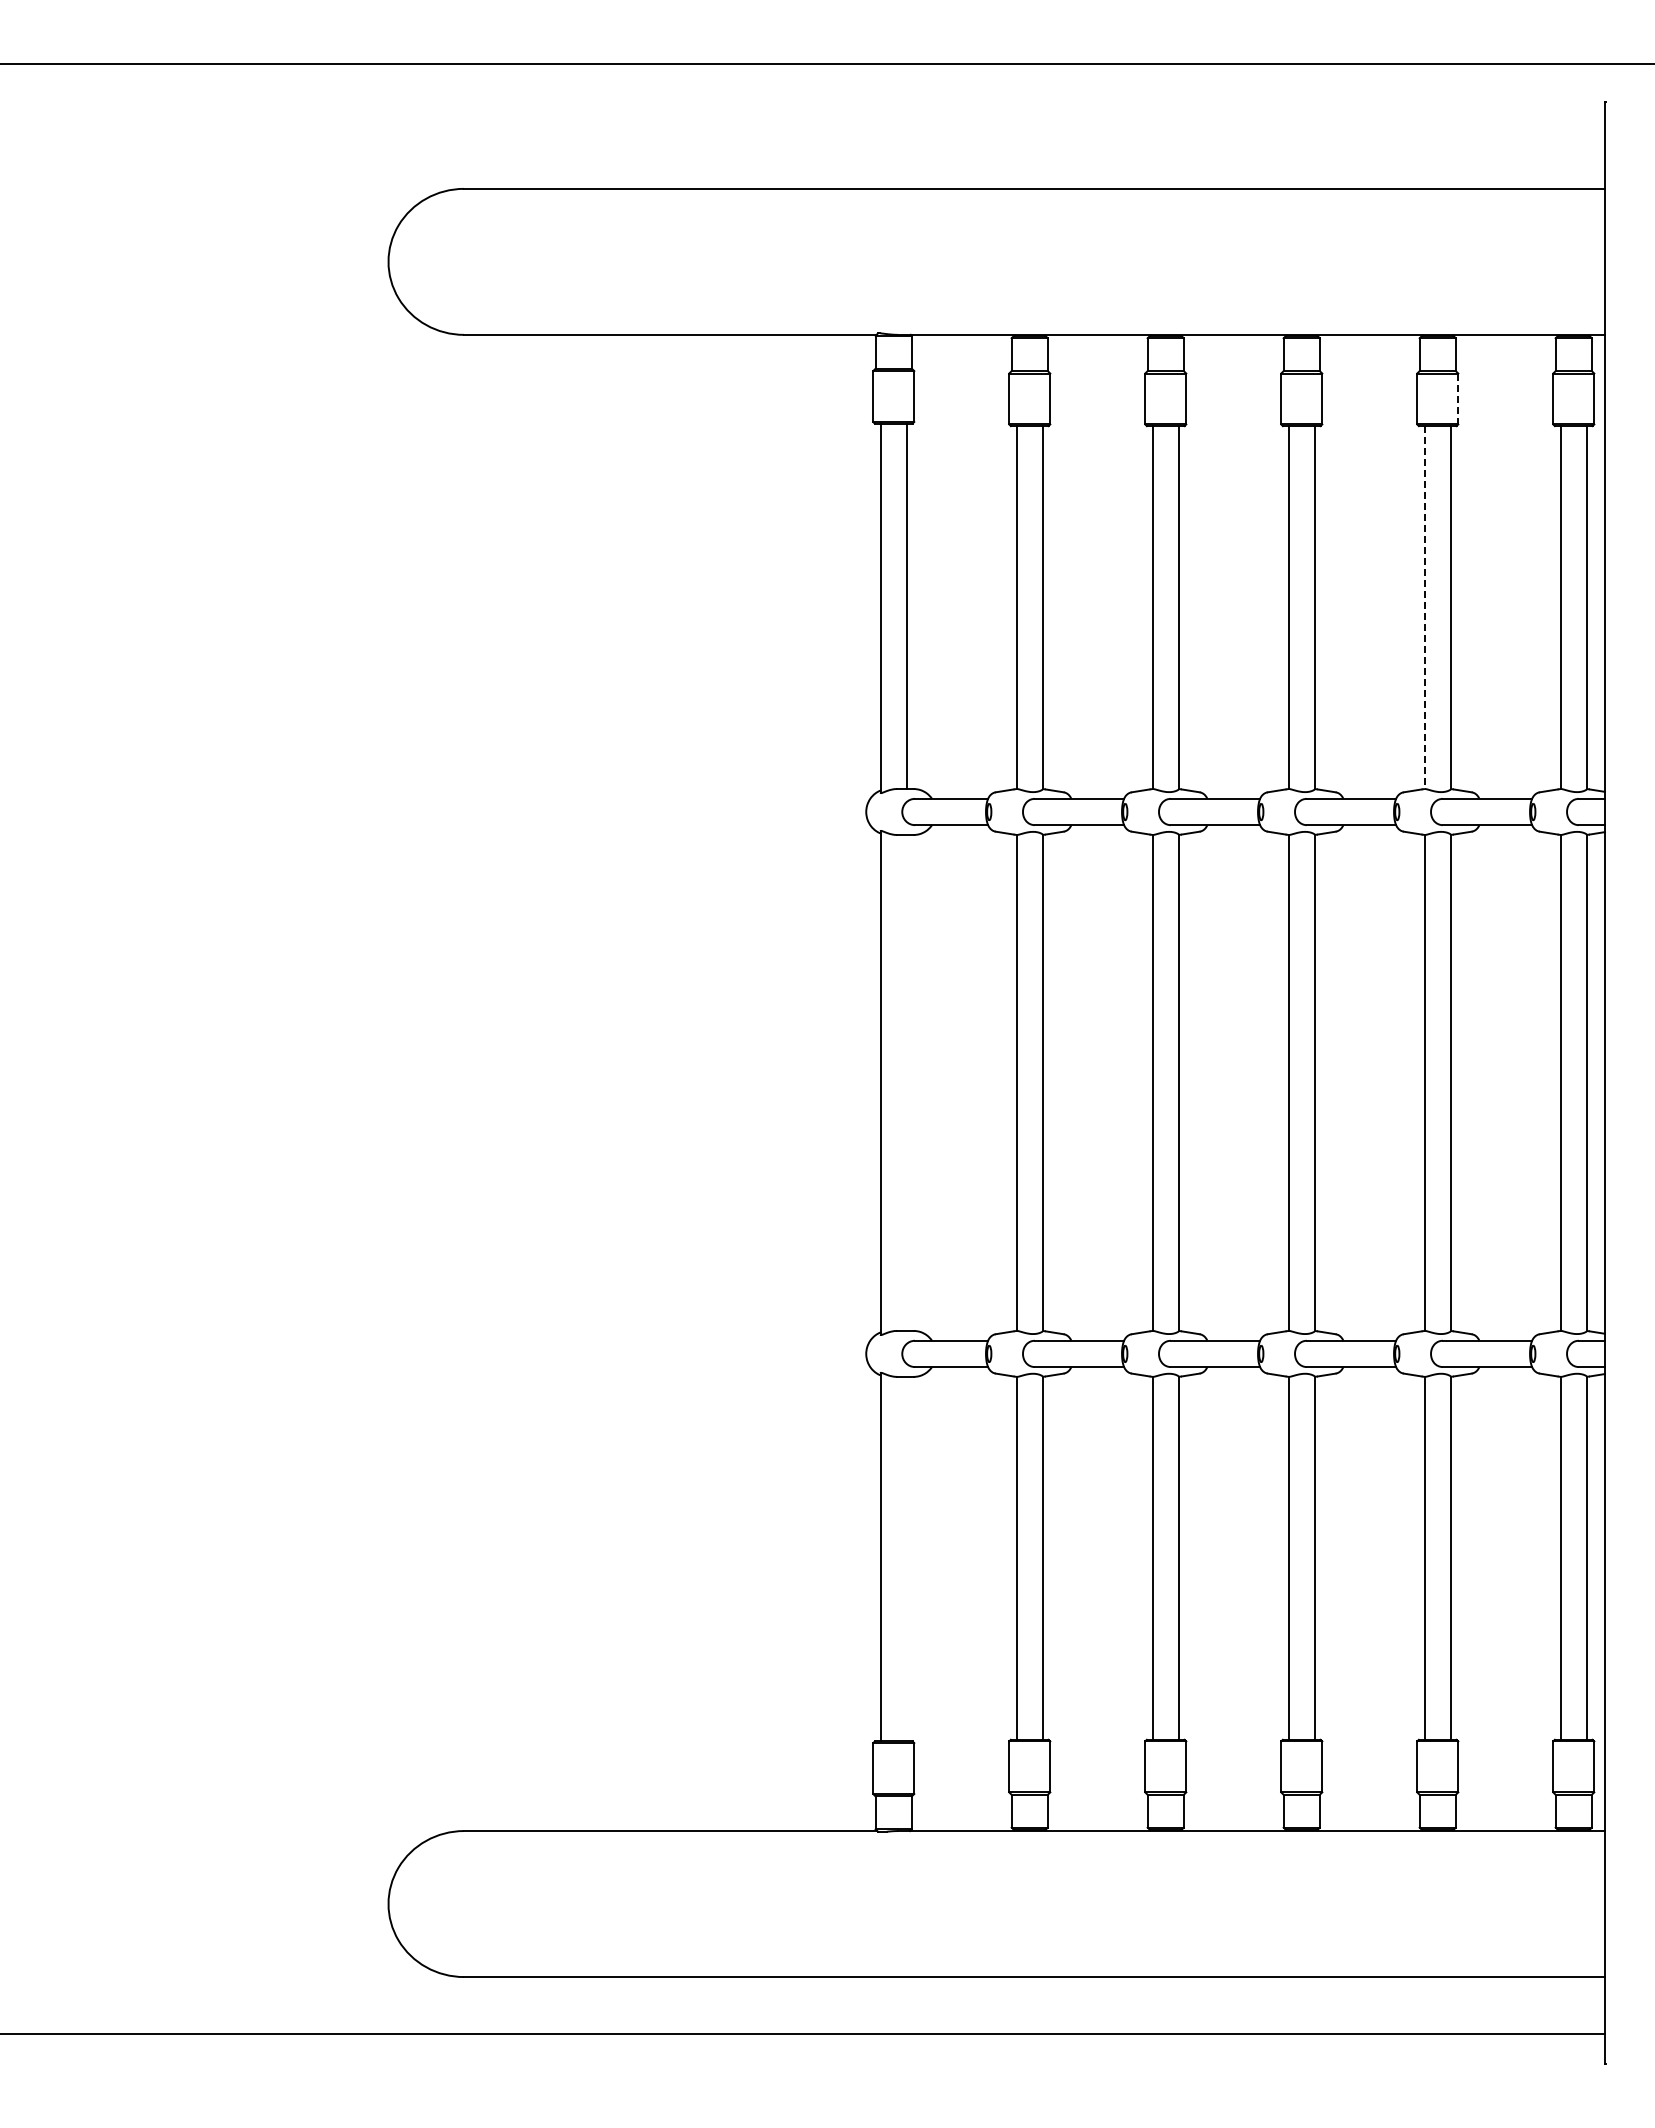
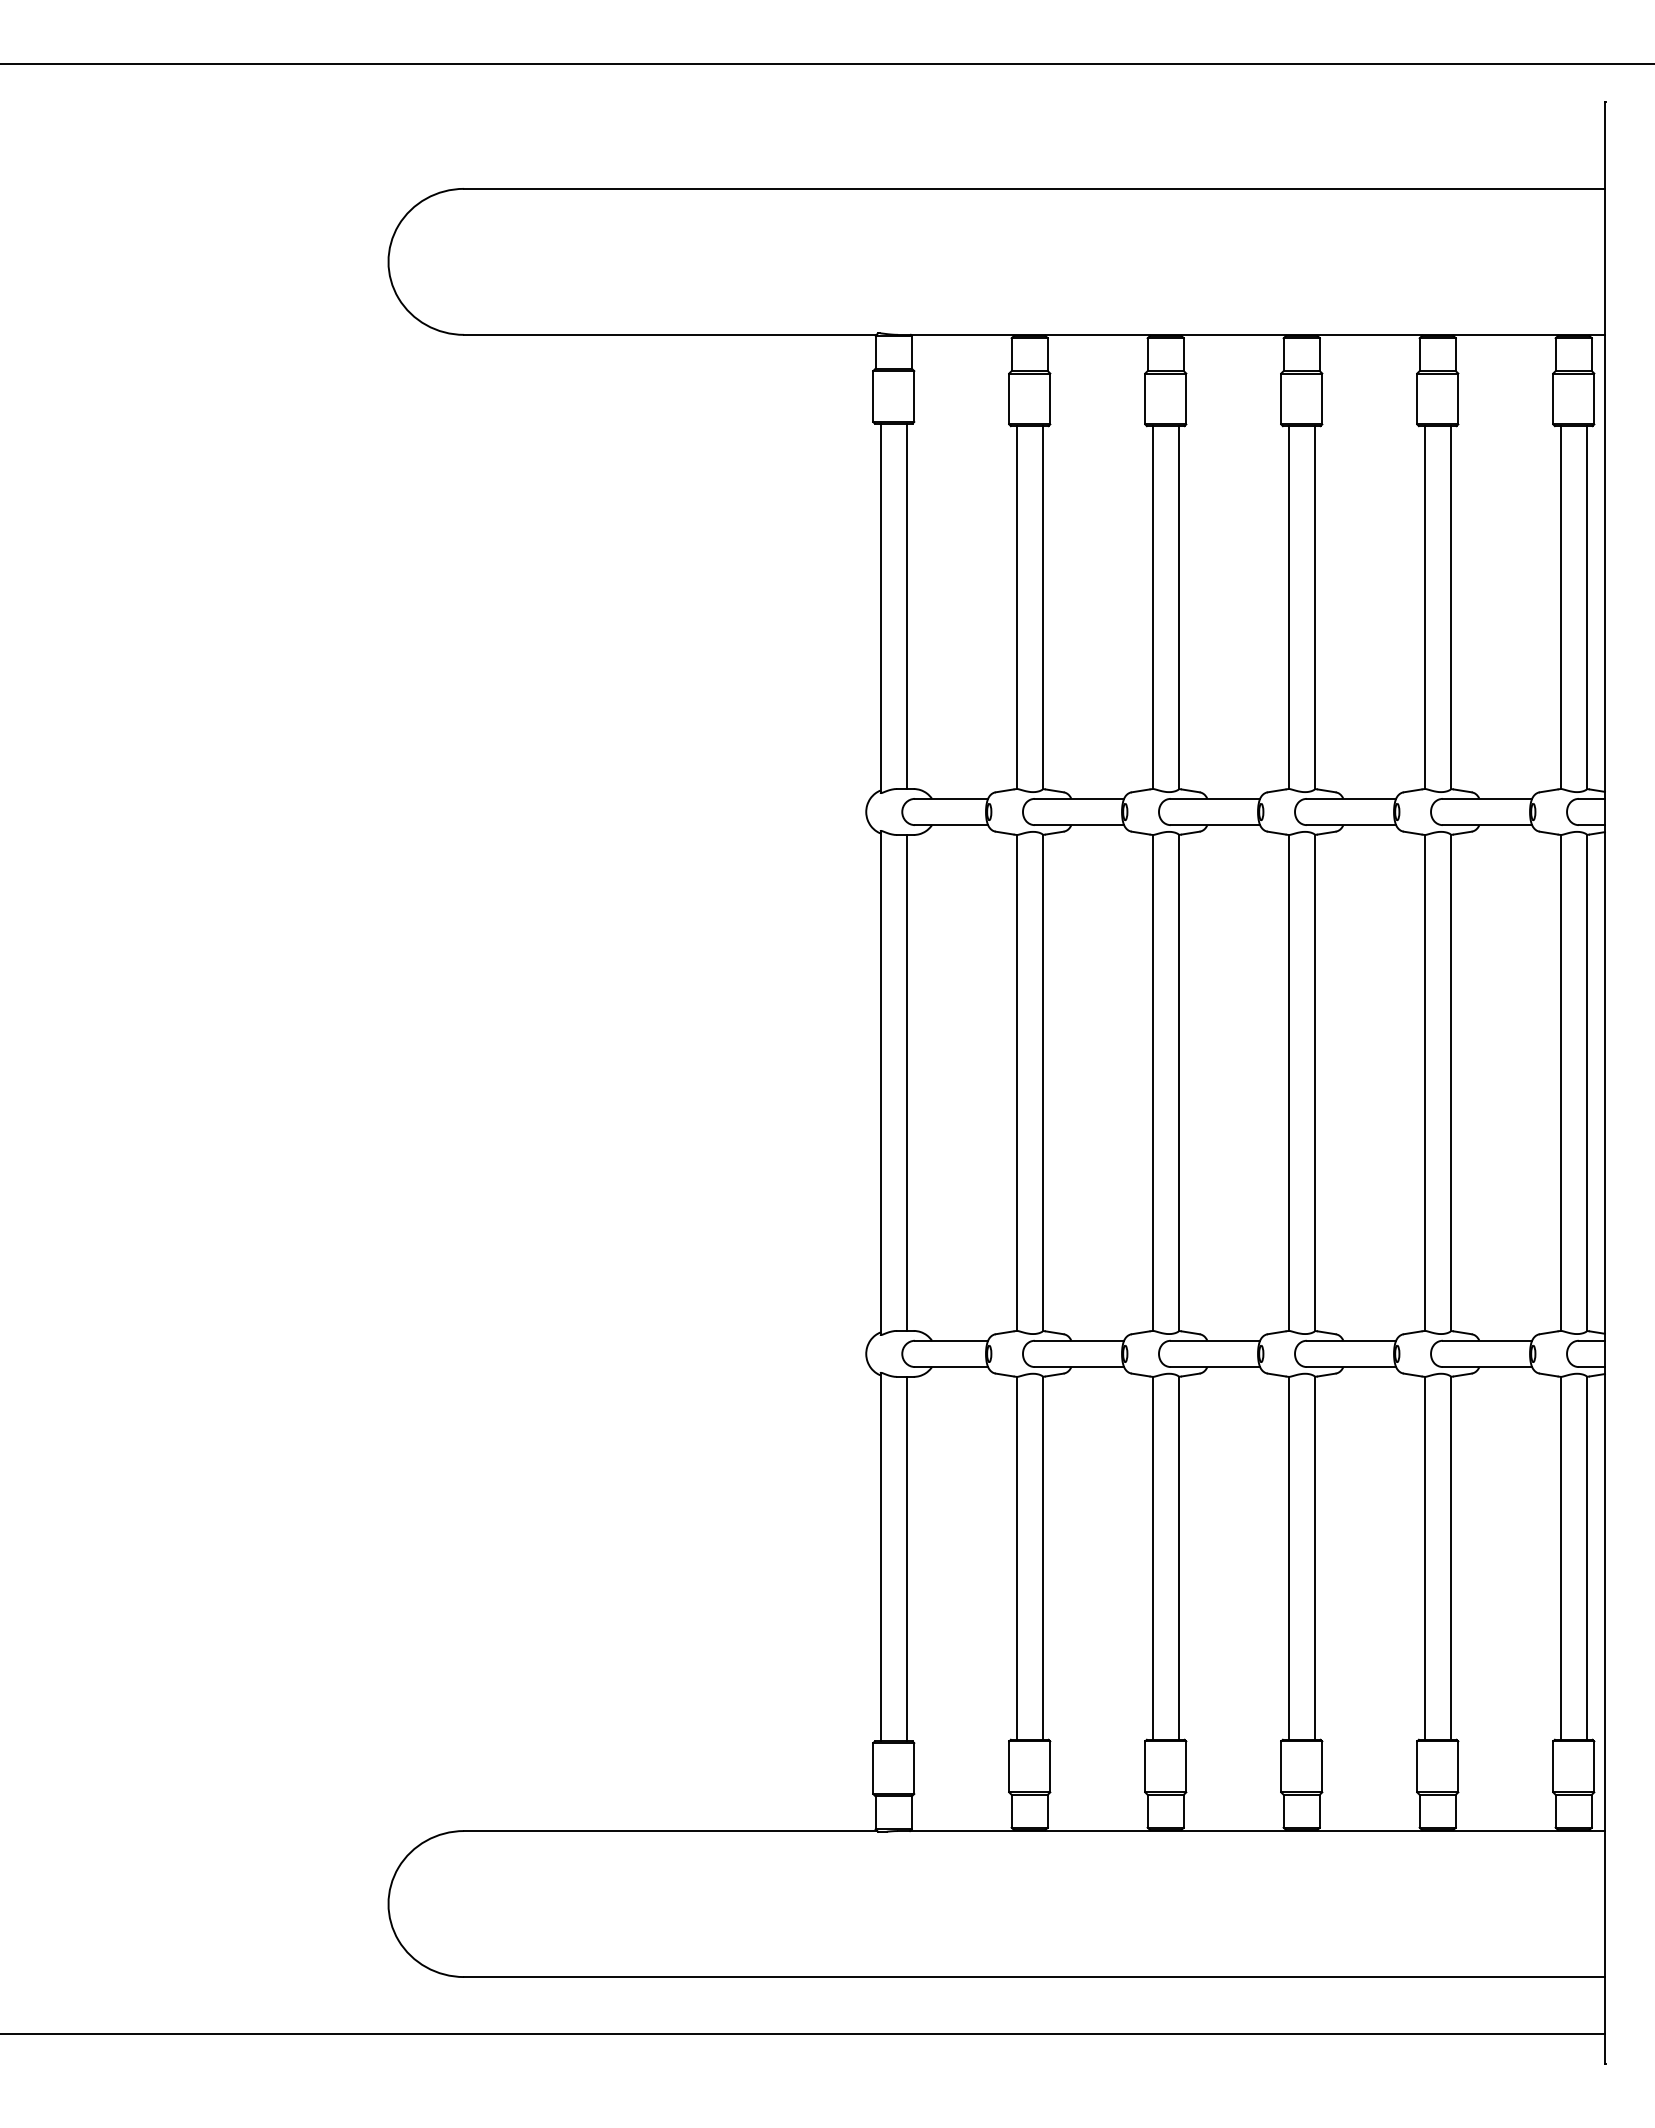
line at (1458, 399): dashed -> solid
line at (1424, 608): dashed -> solid
line at (906, 1082): none -> present
line at (906, 1558): none -> present
